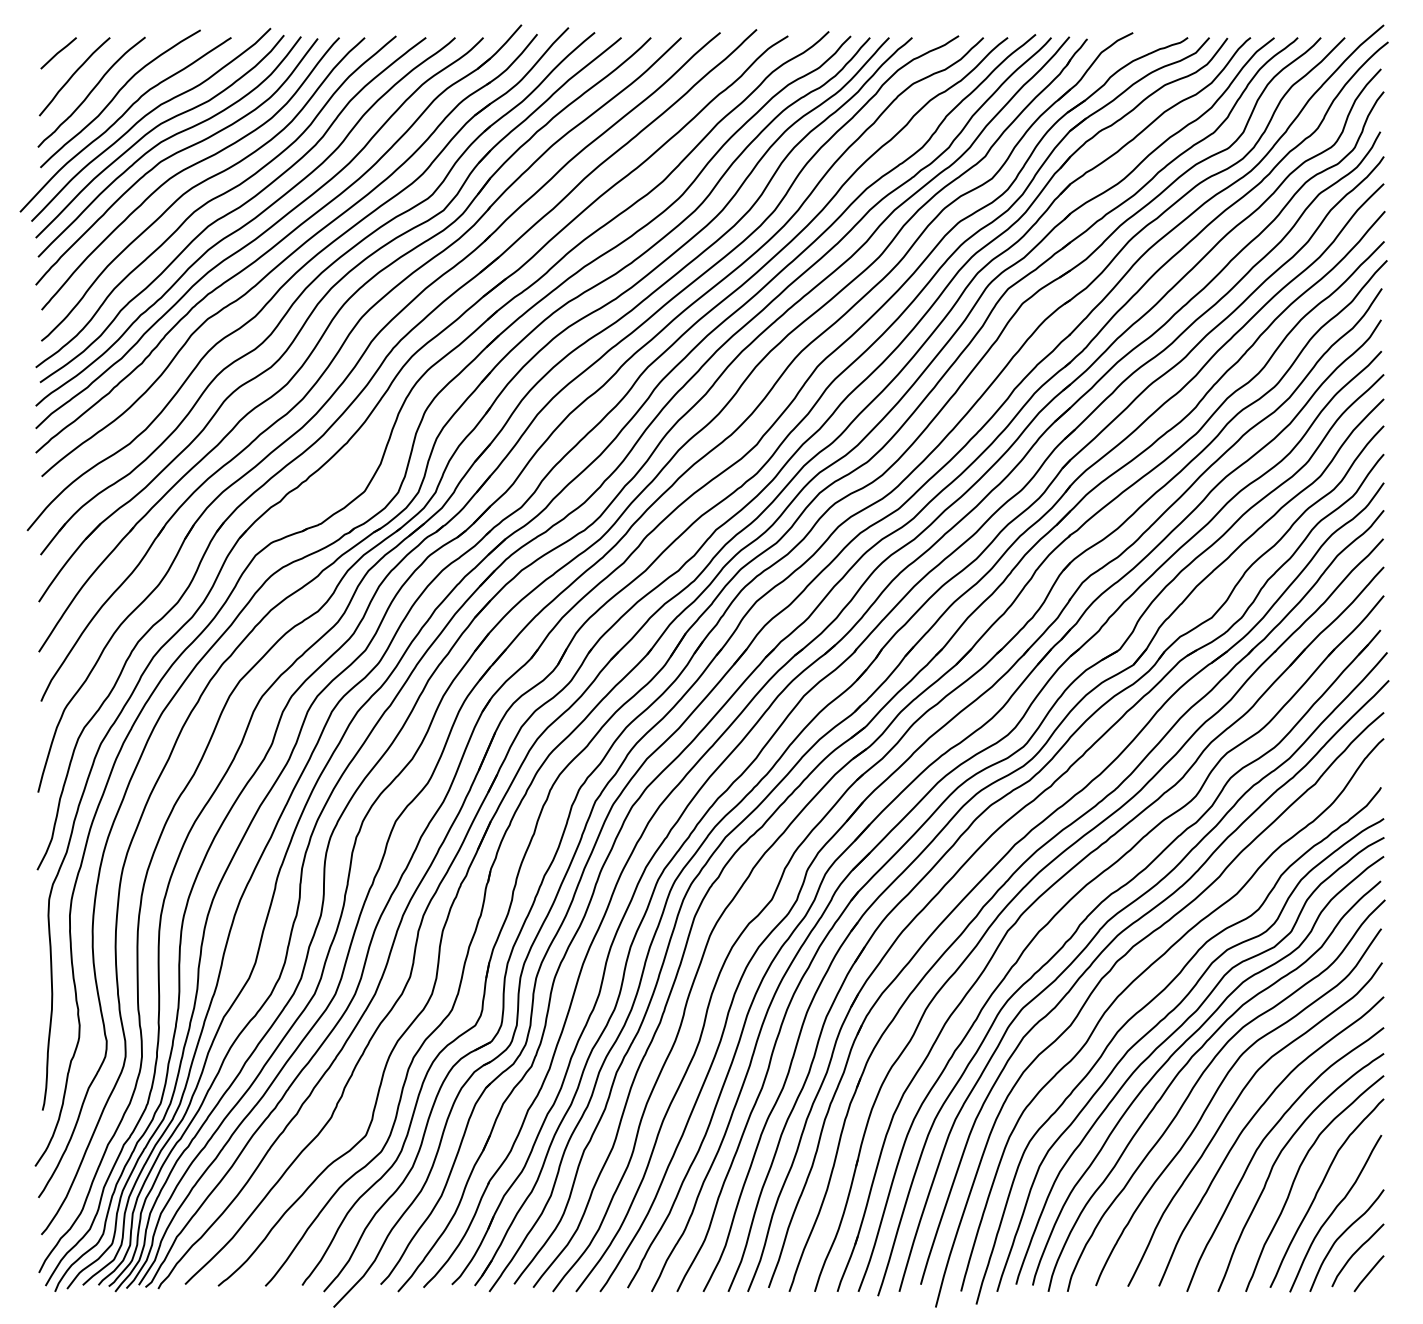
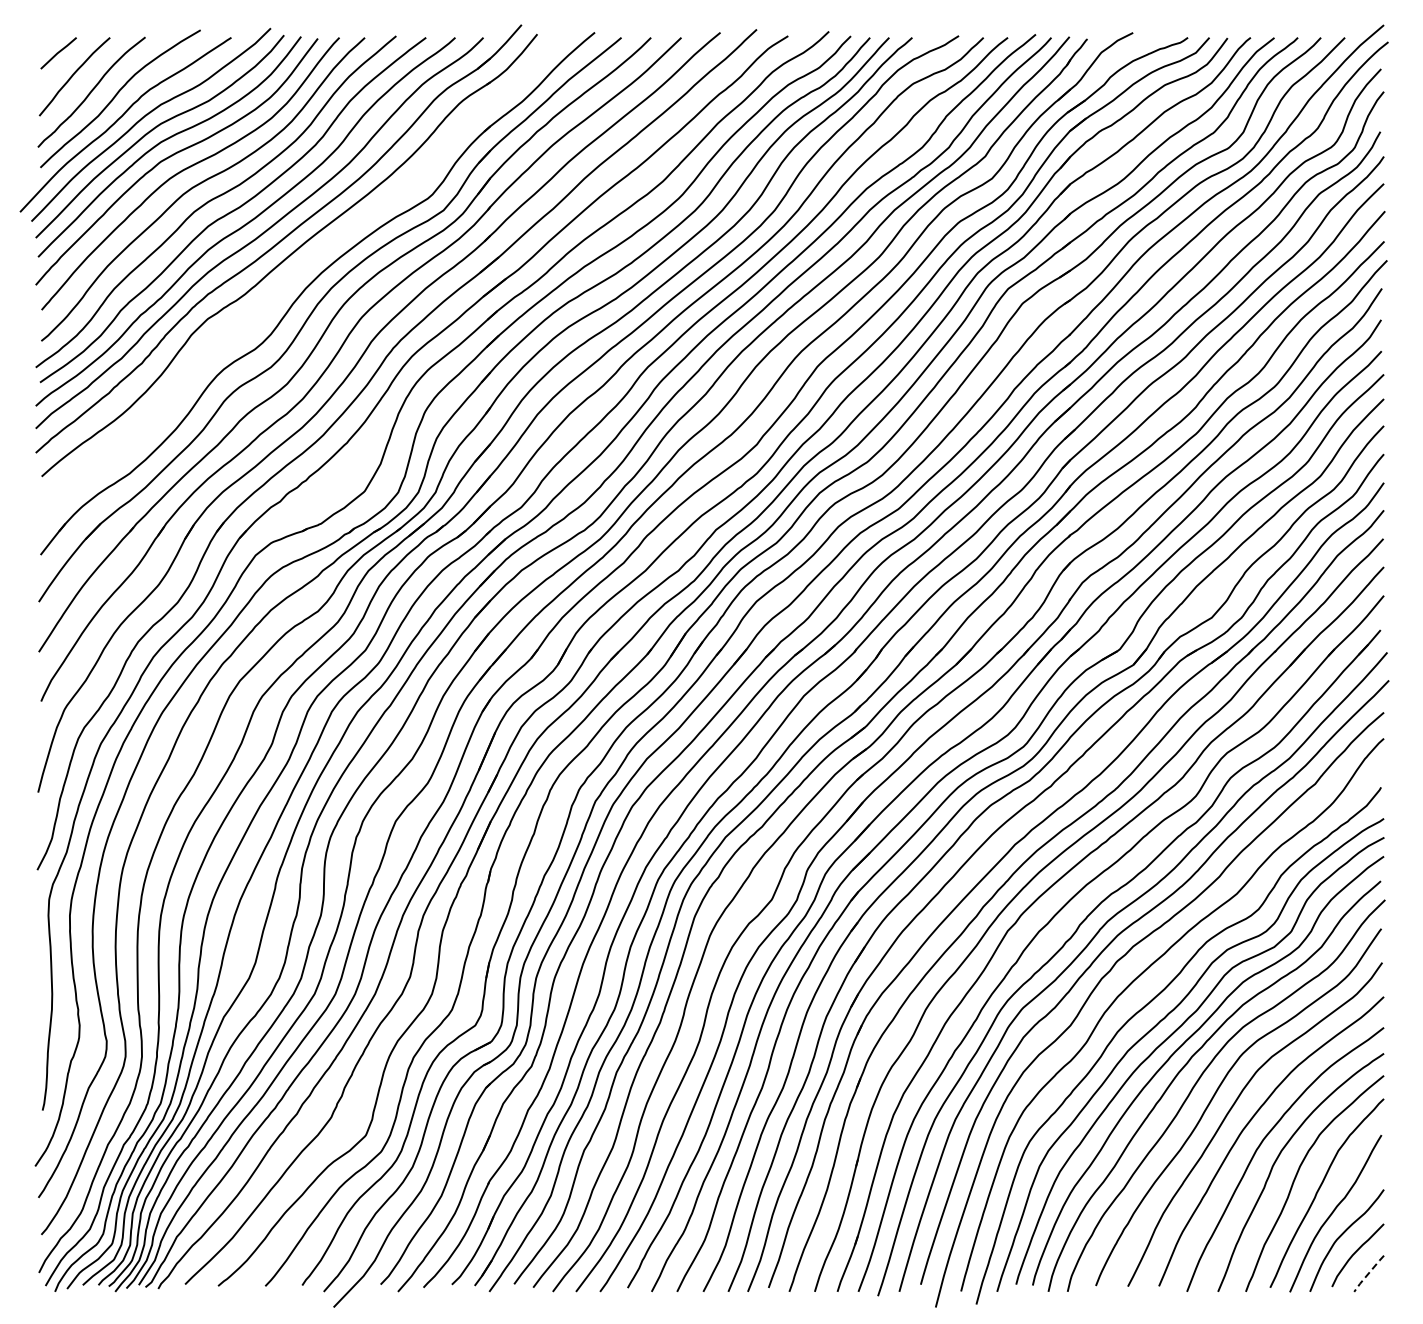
part at (297, 279): present -> none
line at (1368, 1273): solid -> dashed
